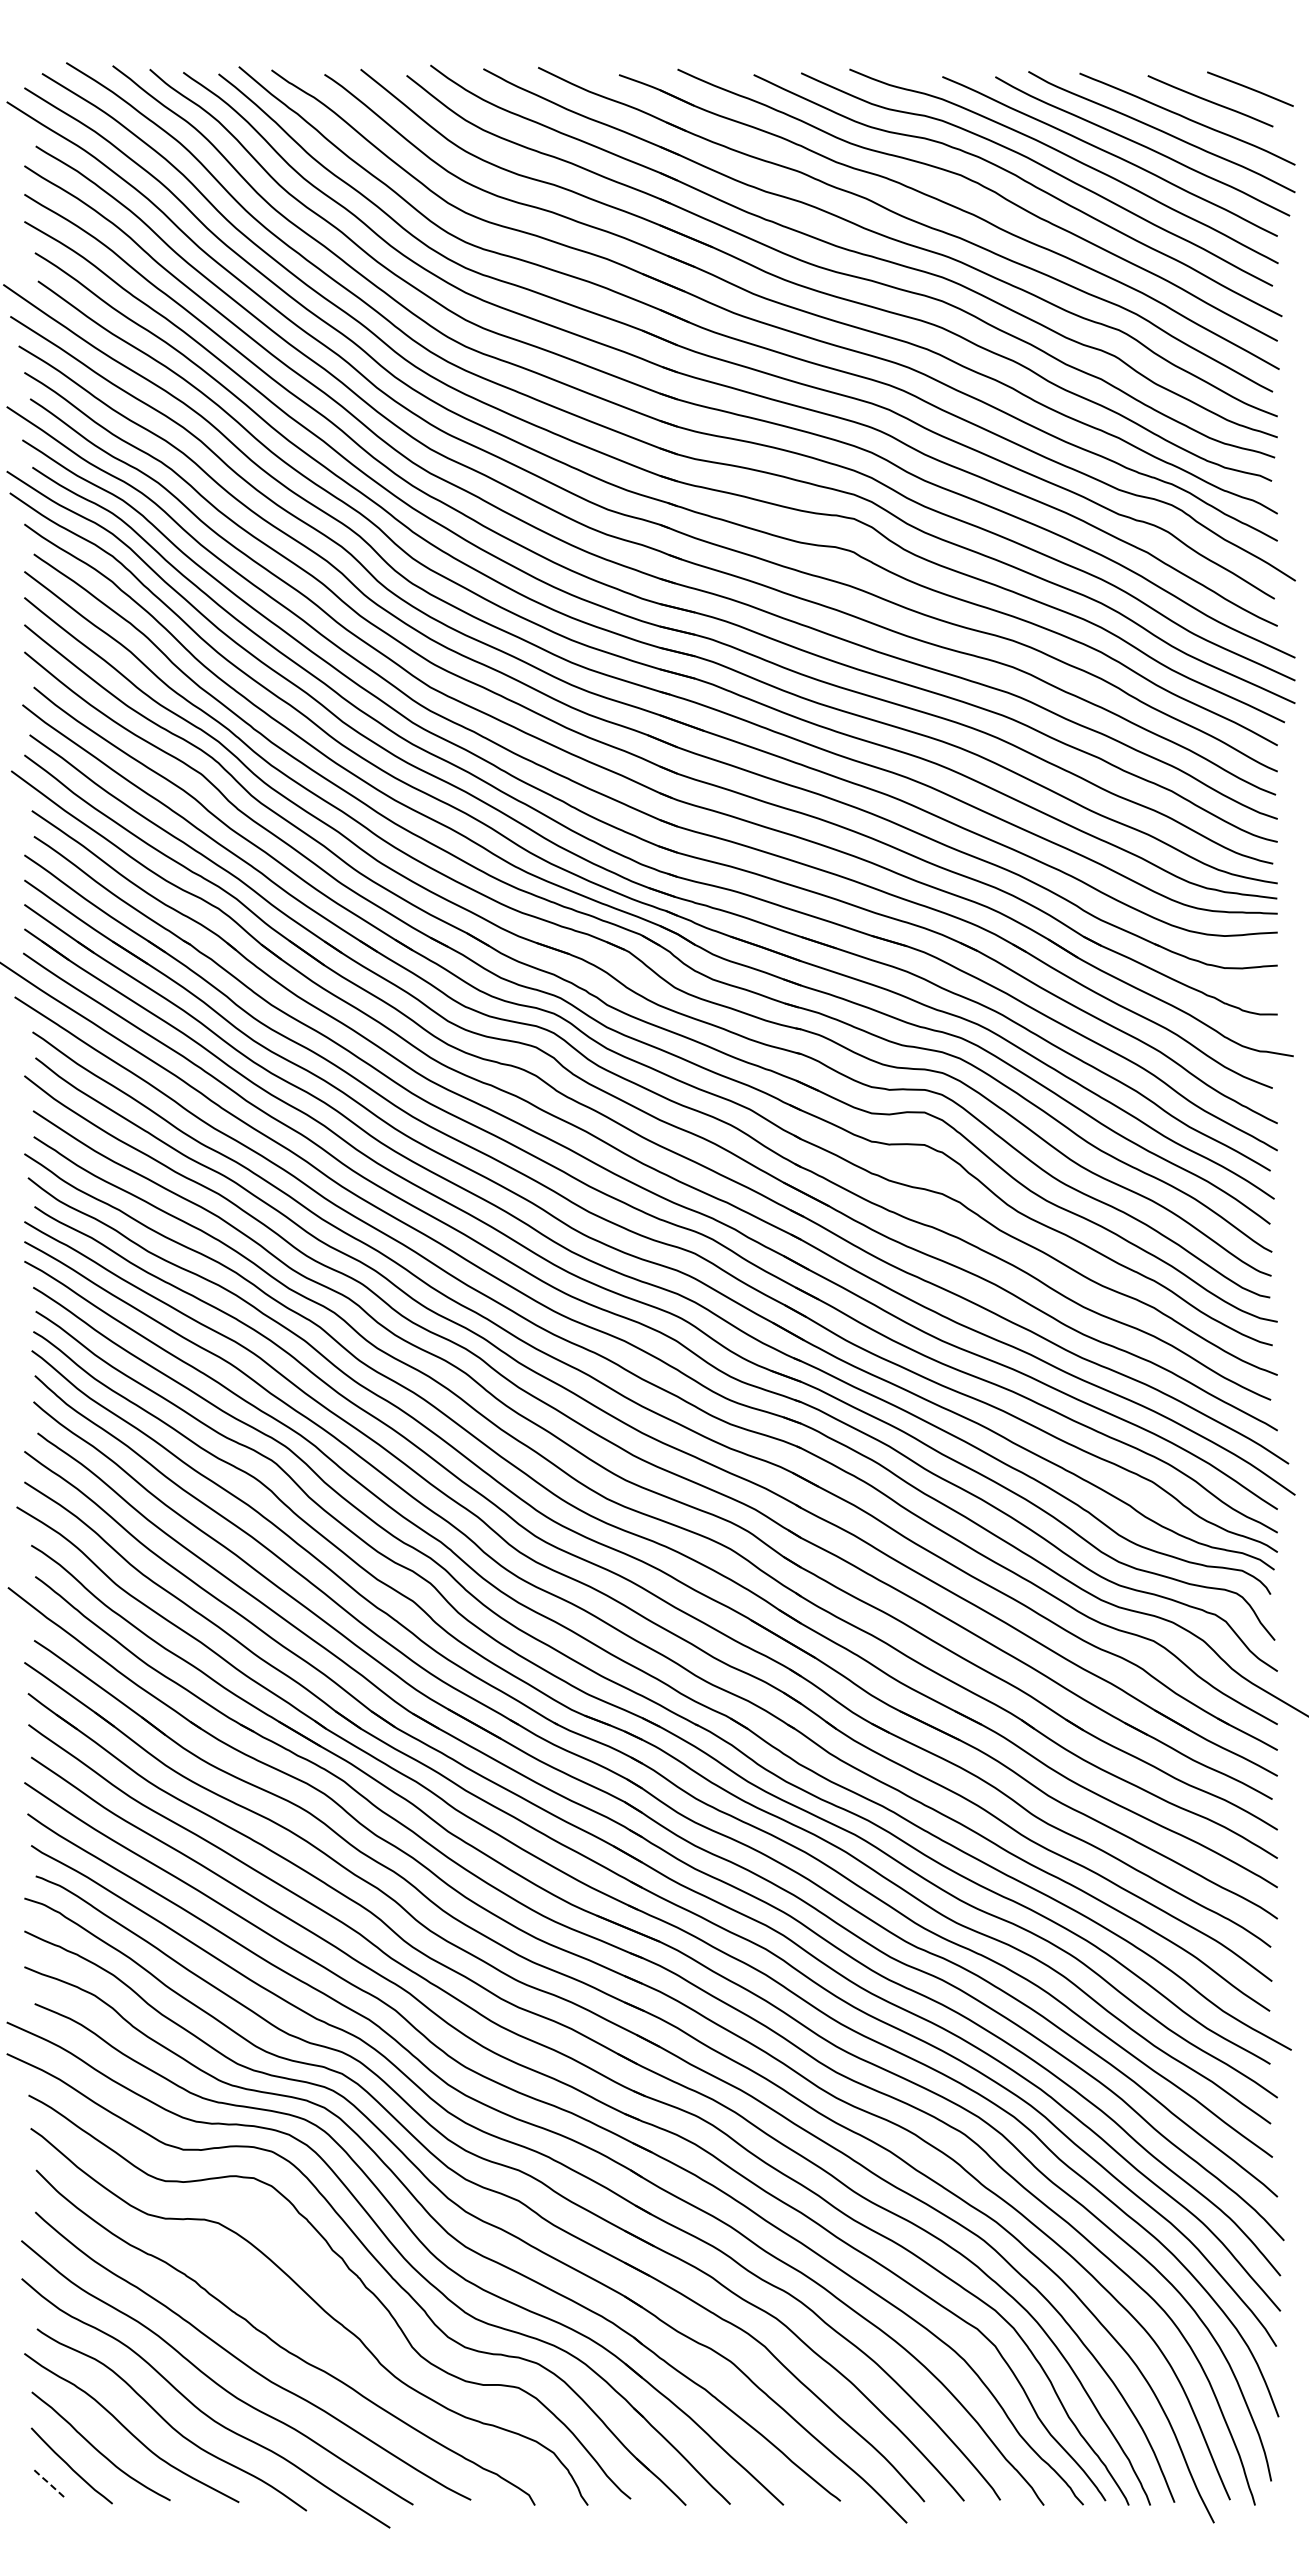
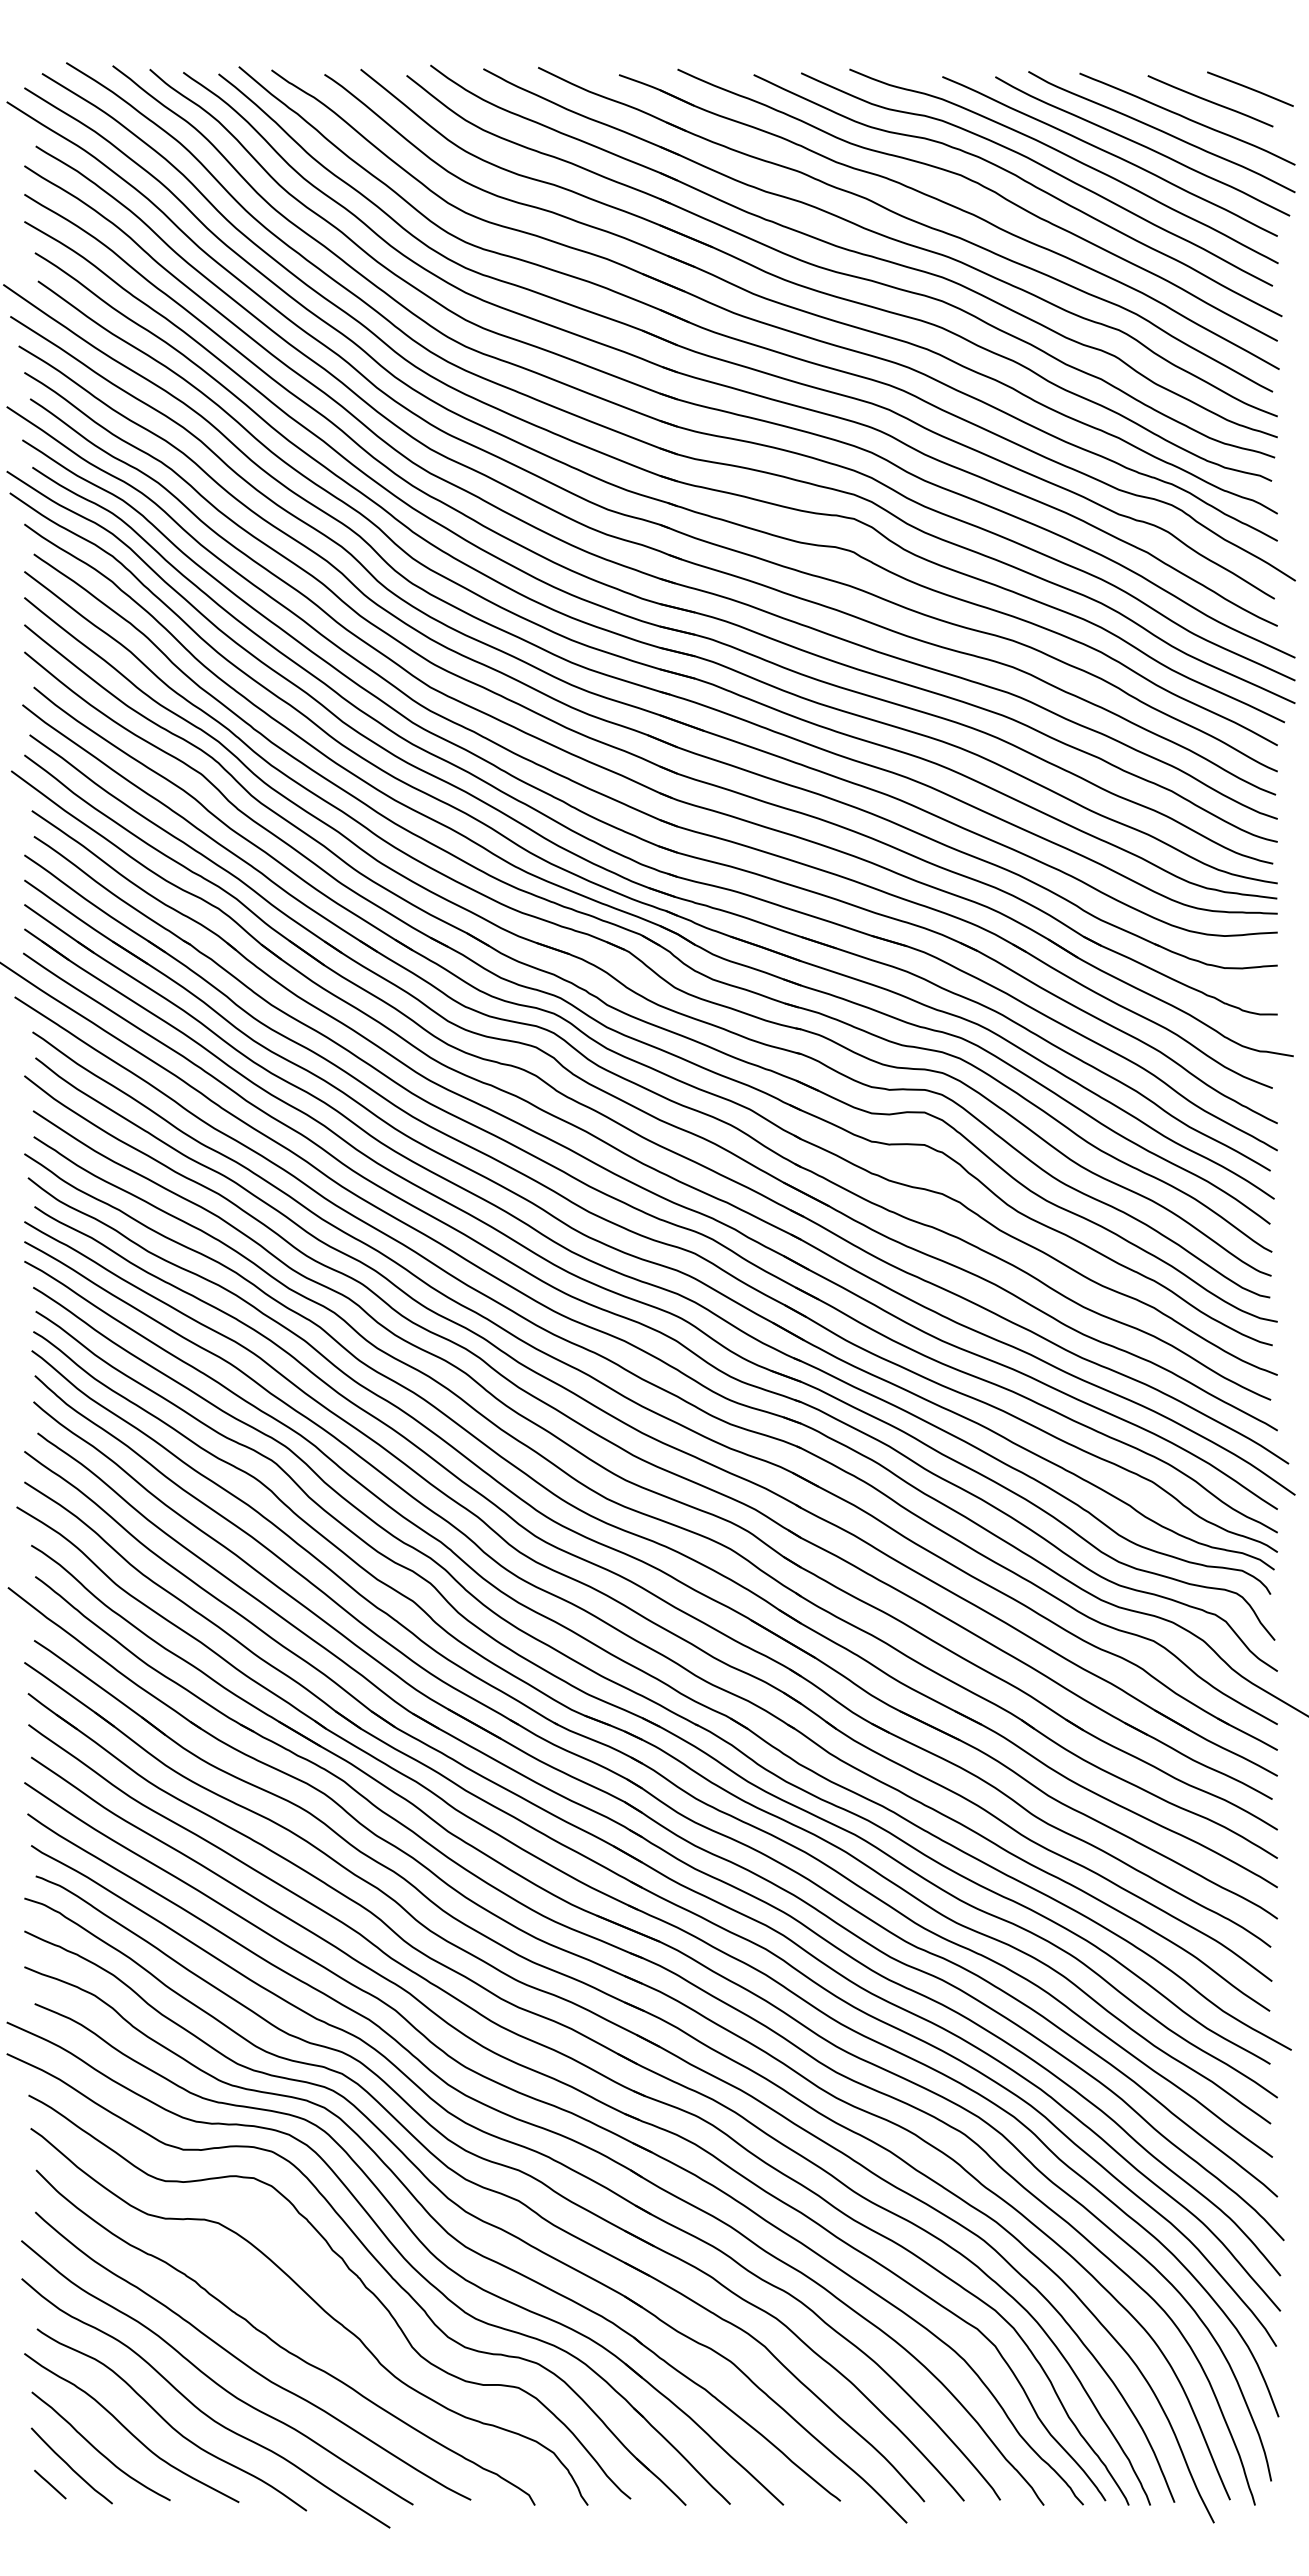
line at (49, 2483): dashed -> solid
